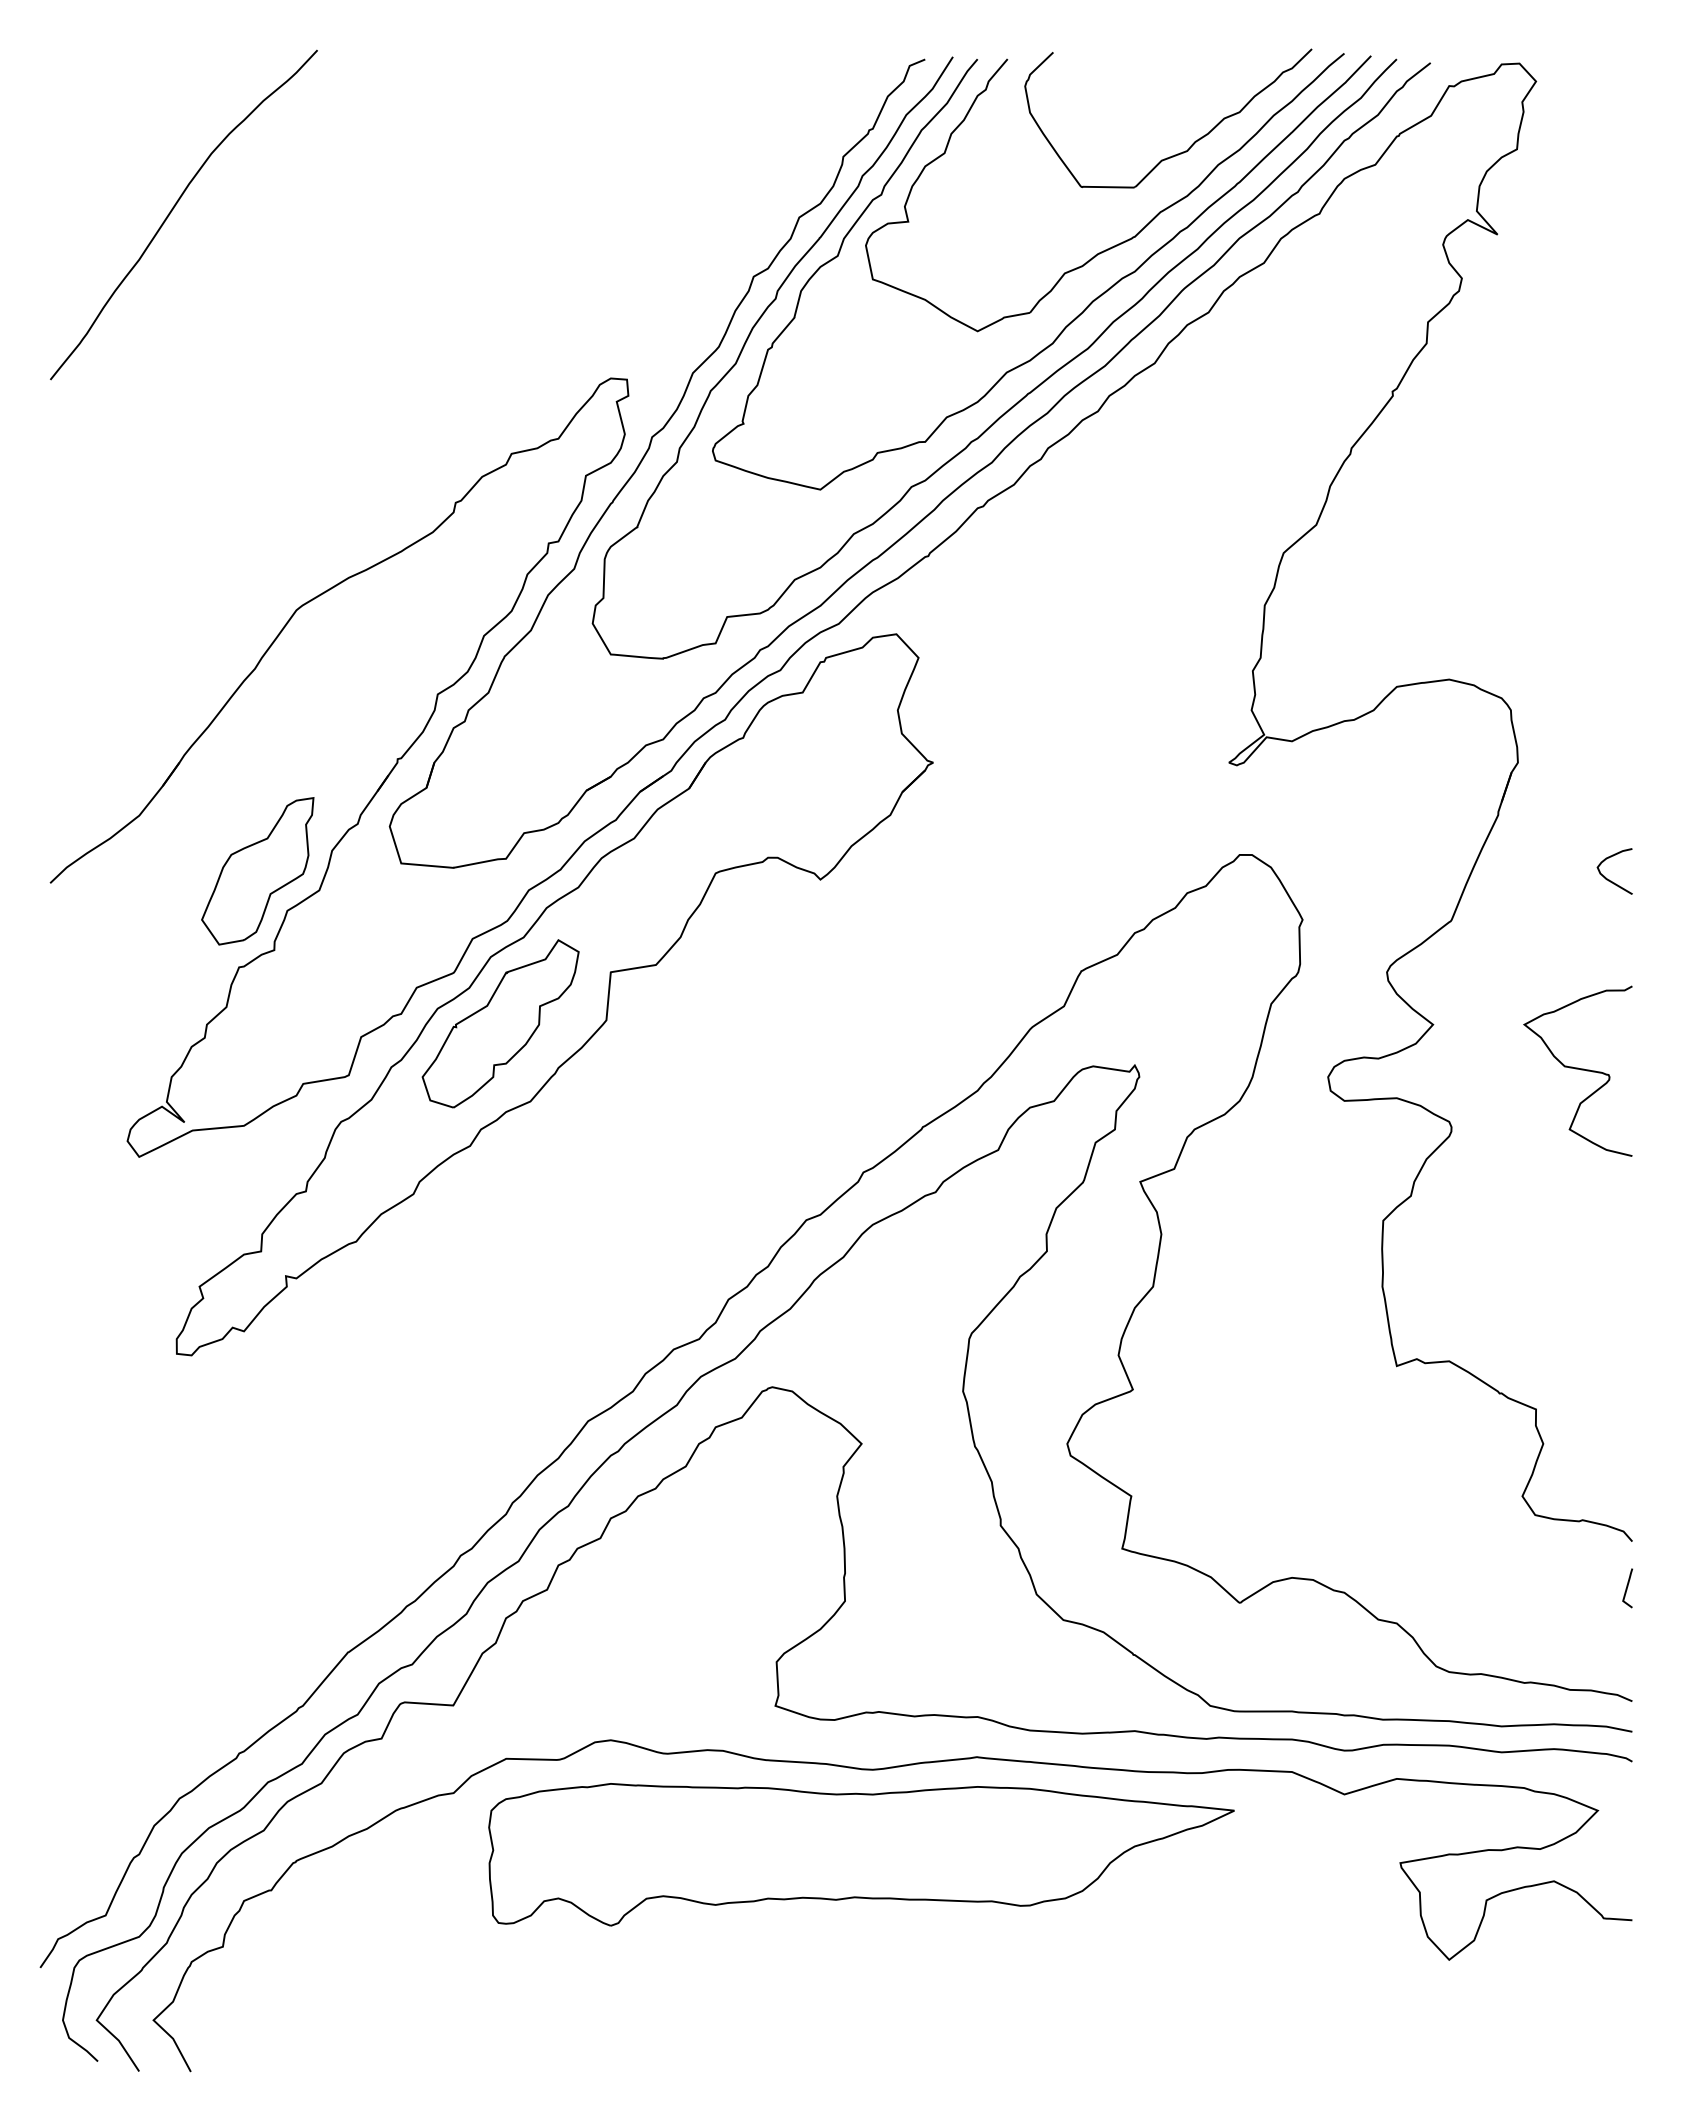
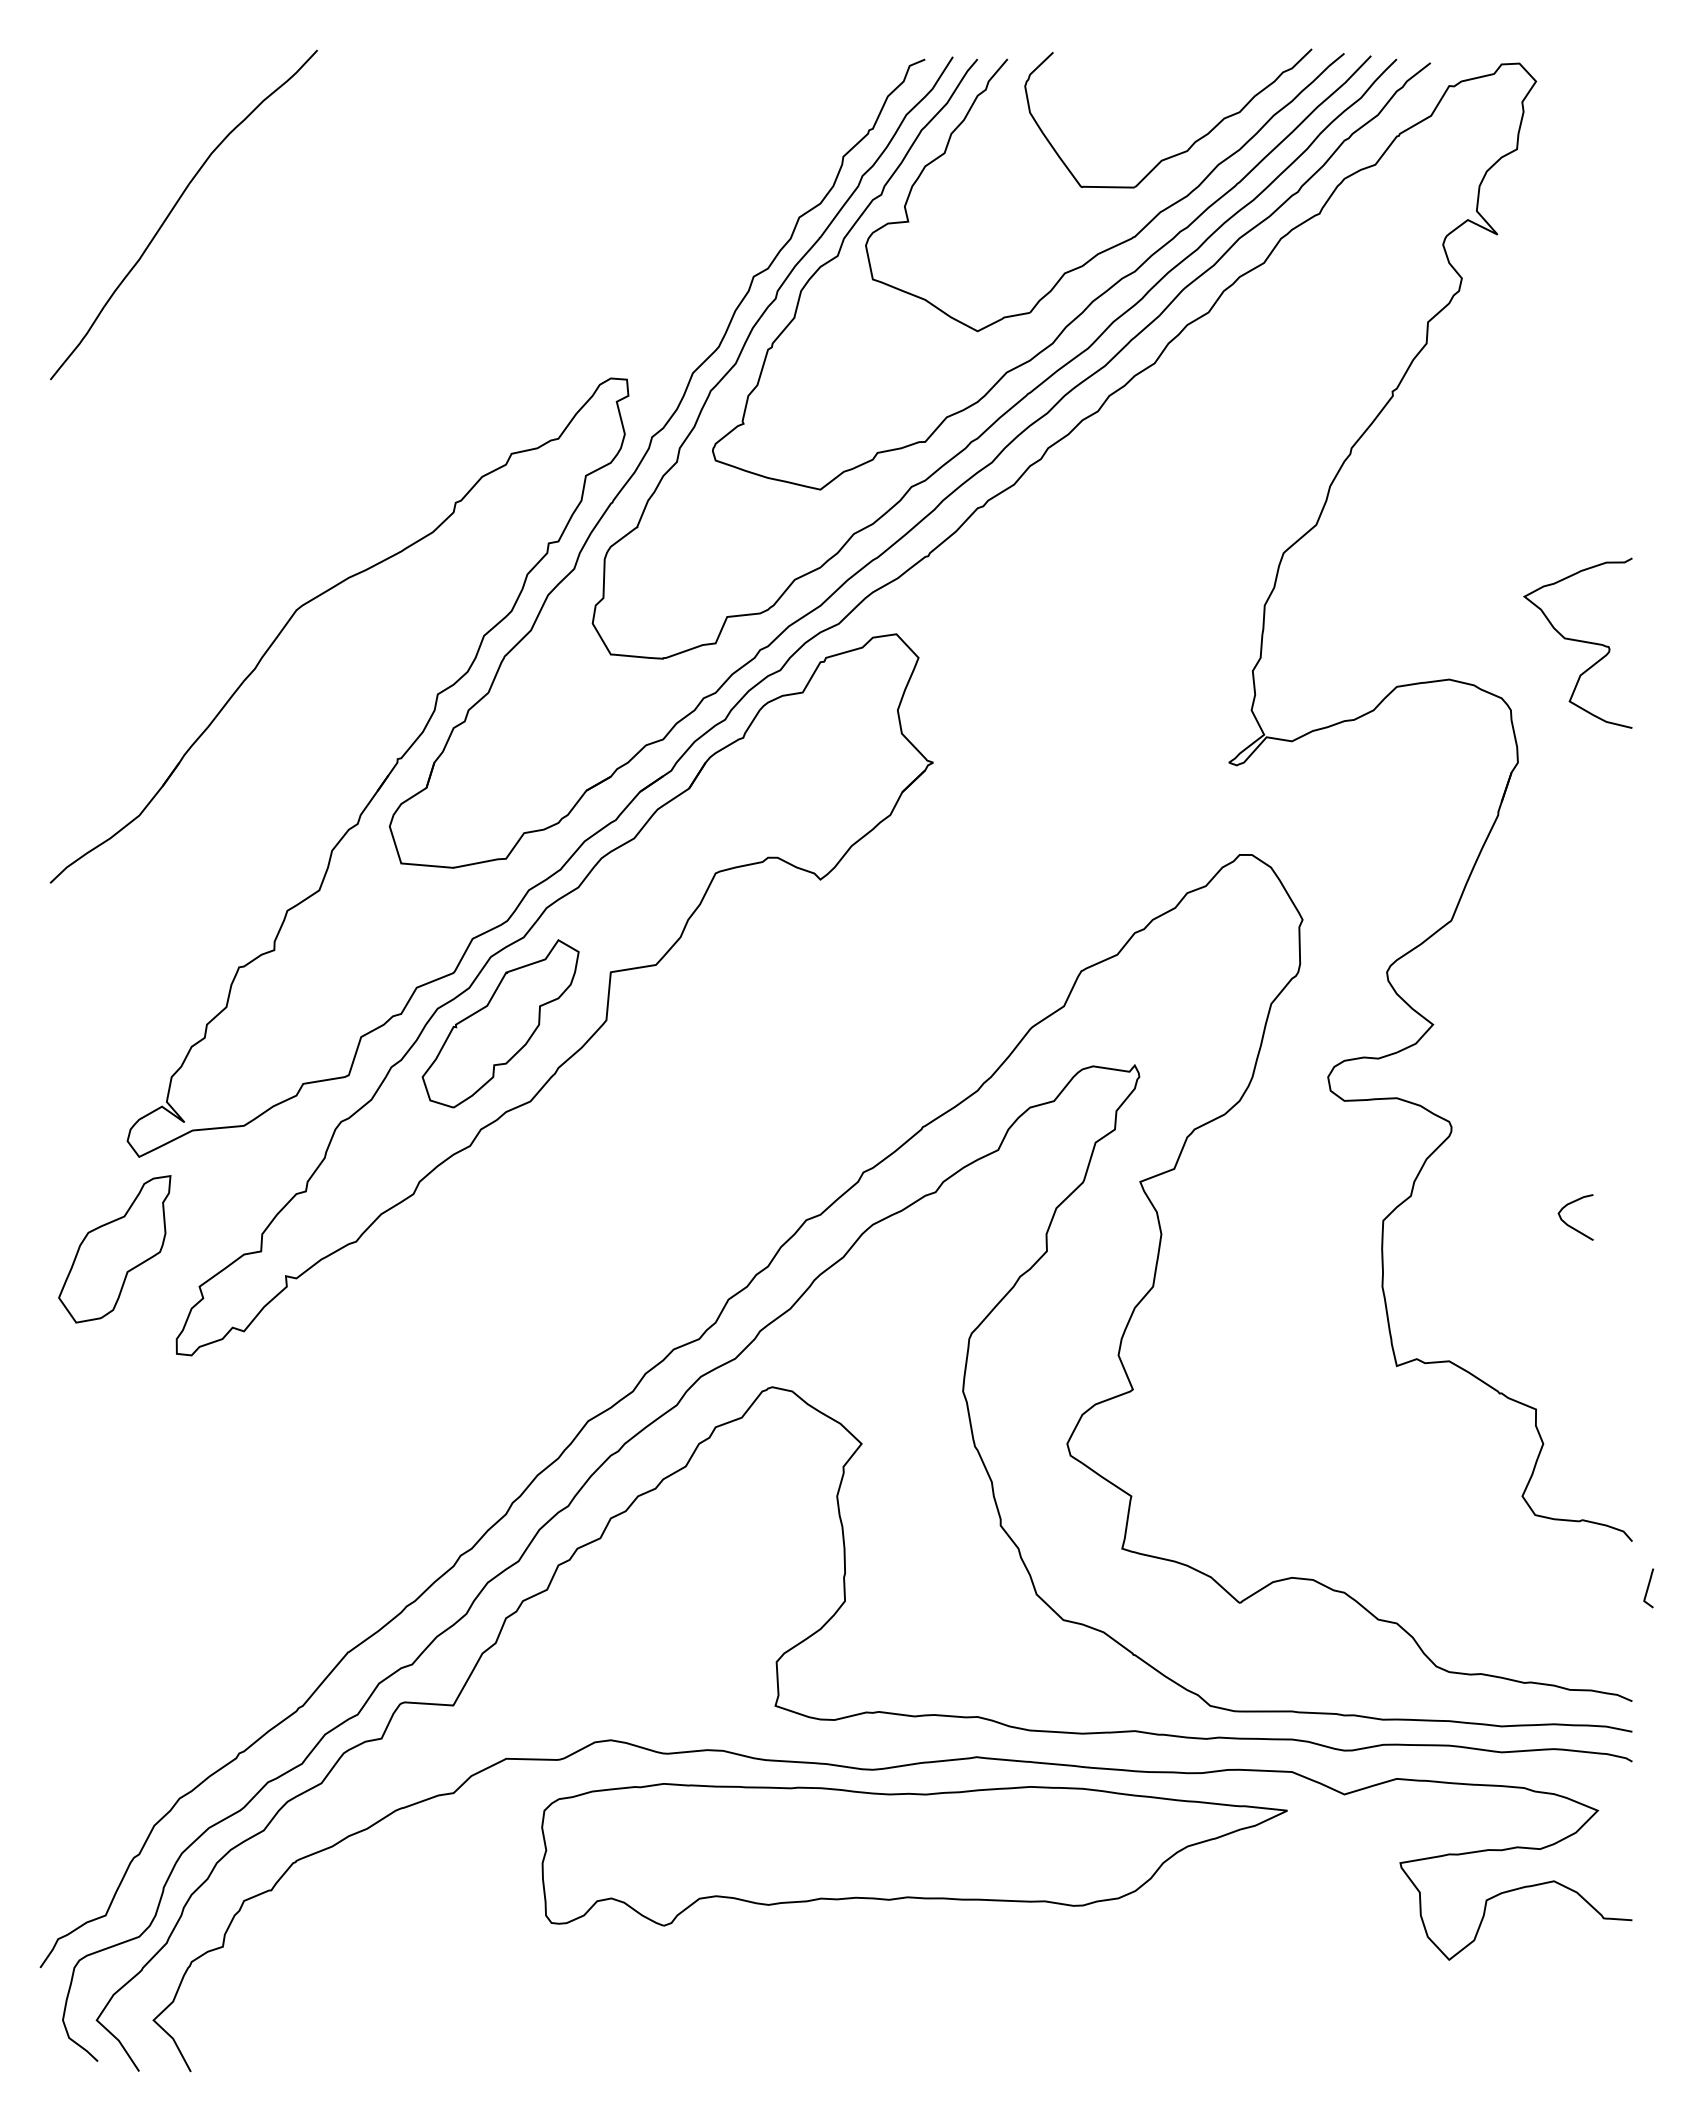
part at (257, 871) position: (257, 871) -> (114, 1249)
curve at (1609, 879) position: (1609, 879) -> (1570, 1225)
curve at (1577, 1069) position: (1577, 1069) -> (1577, 641)
line at (1627, 1588) position: (1627, 1588) -> (1648, 1588)
part at (861, 1854) position: (861, 1854) -> (914, 1854)
